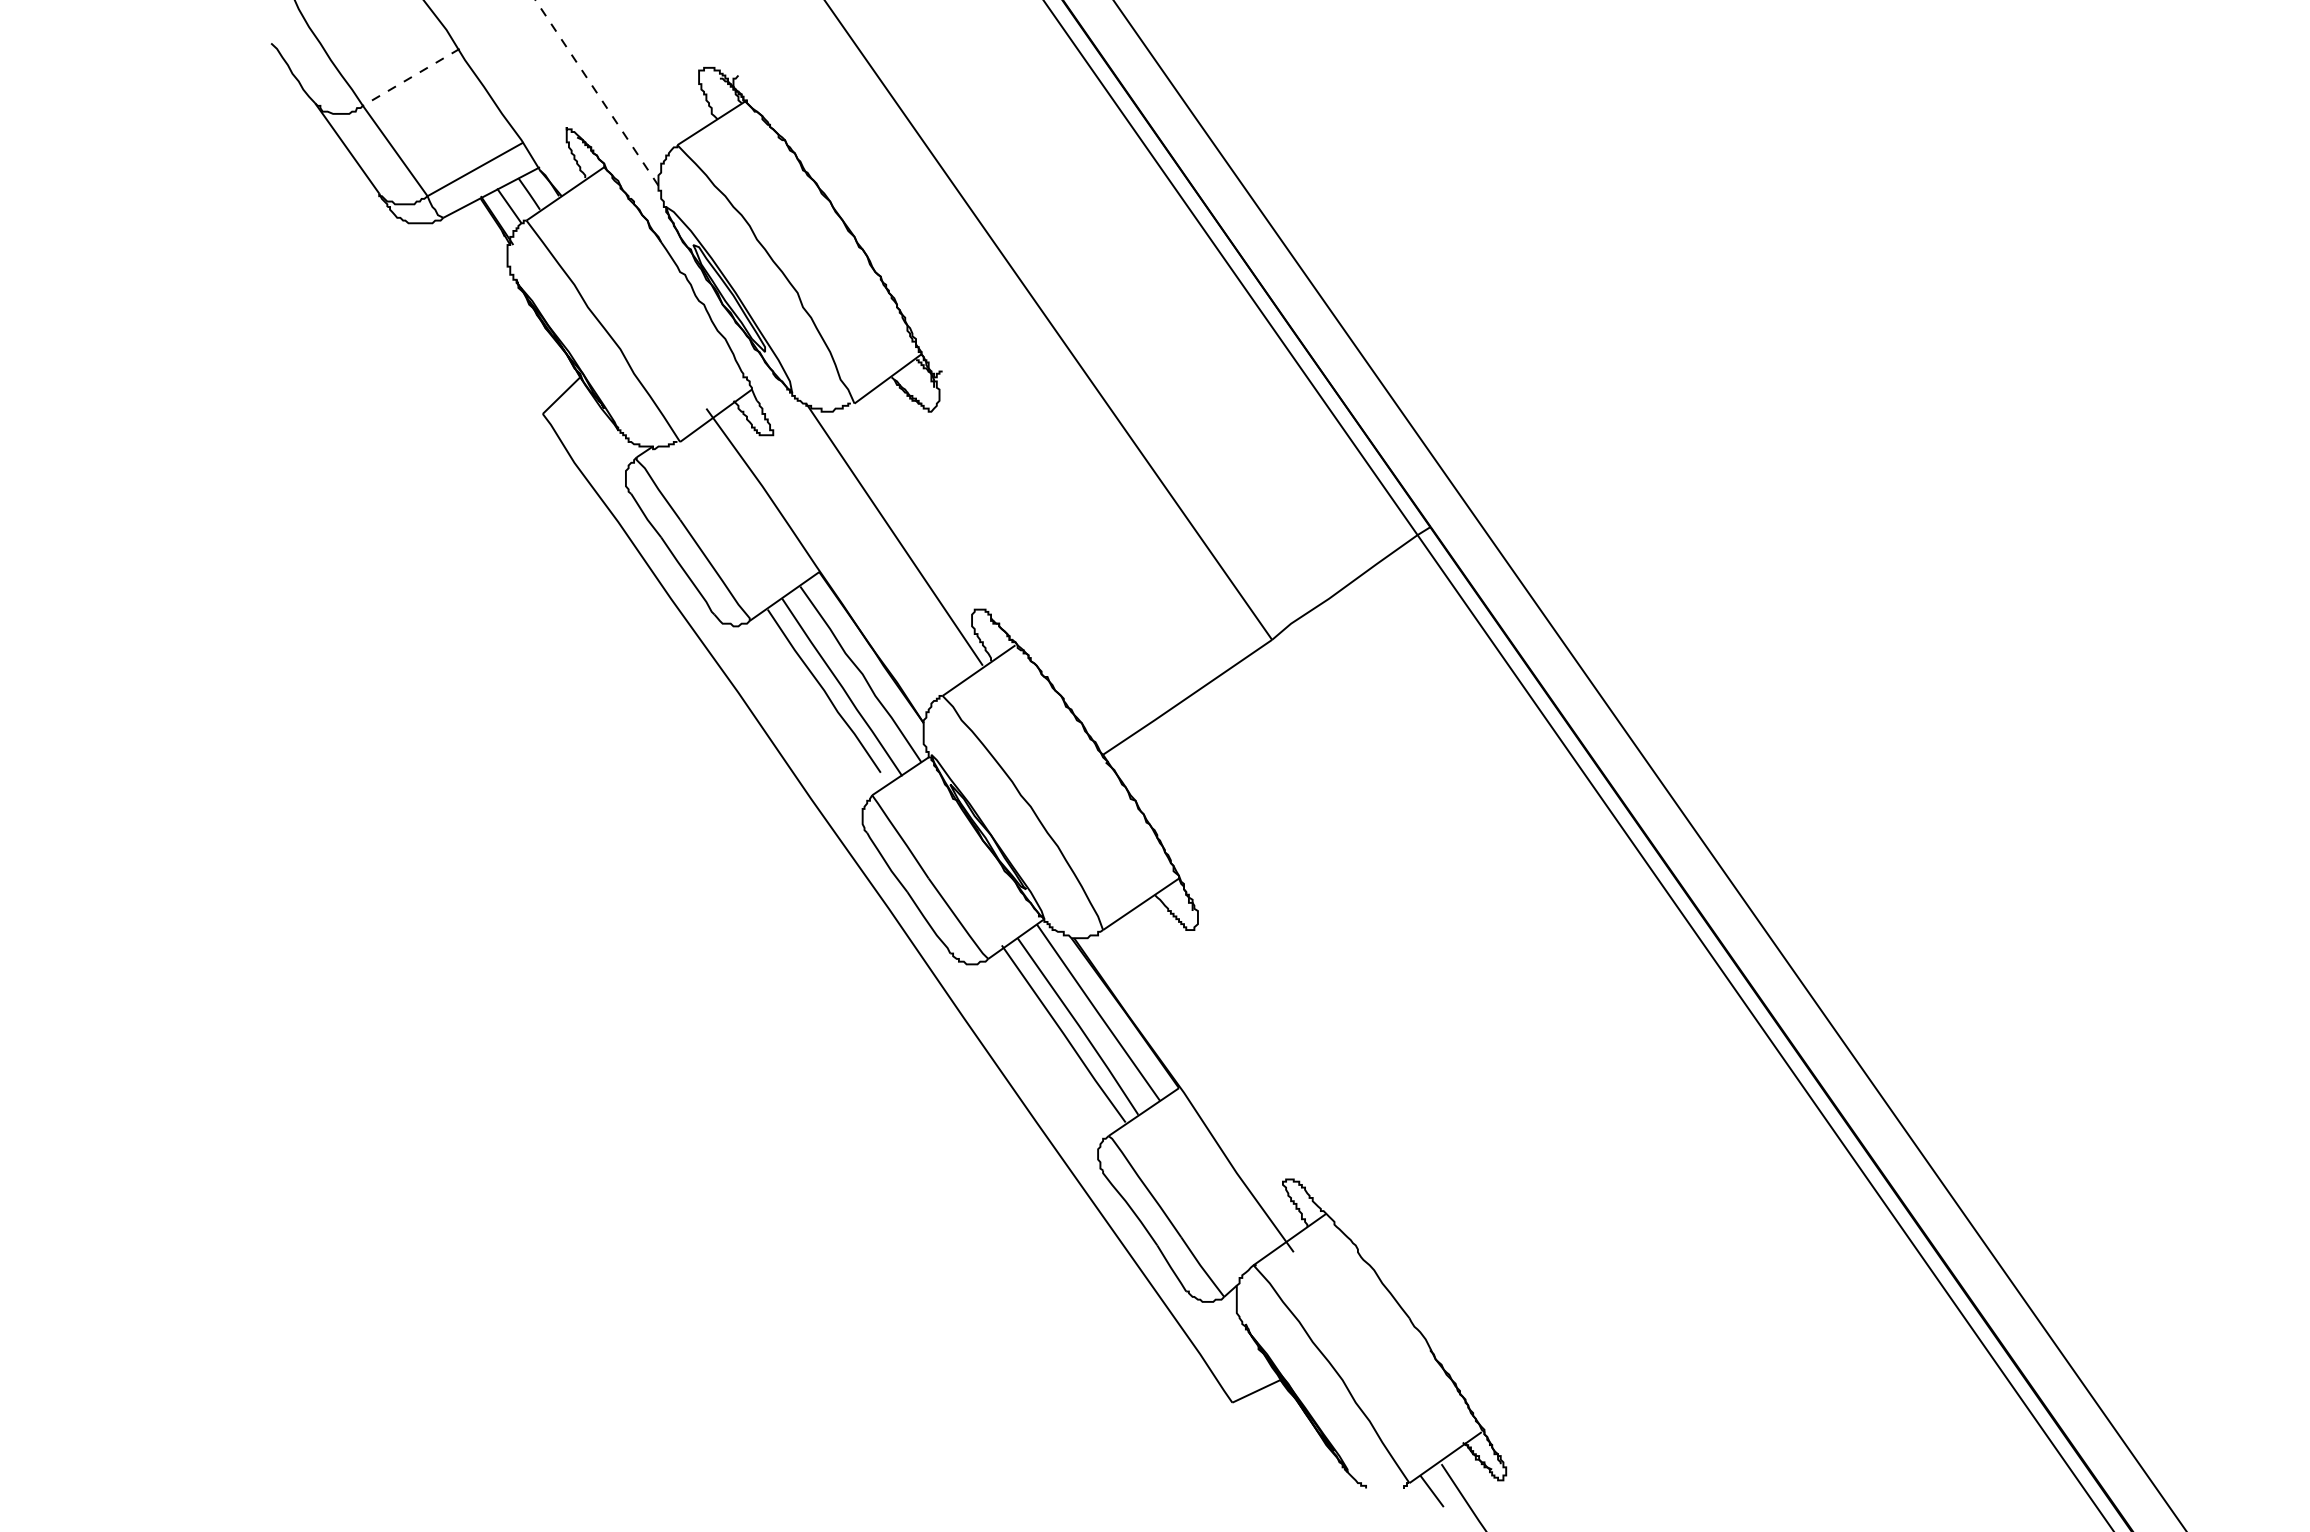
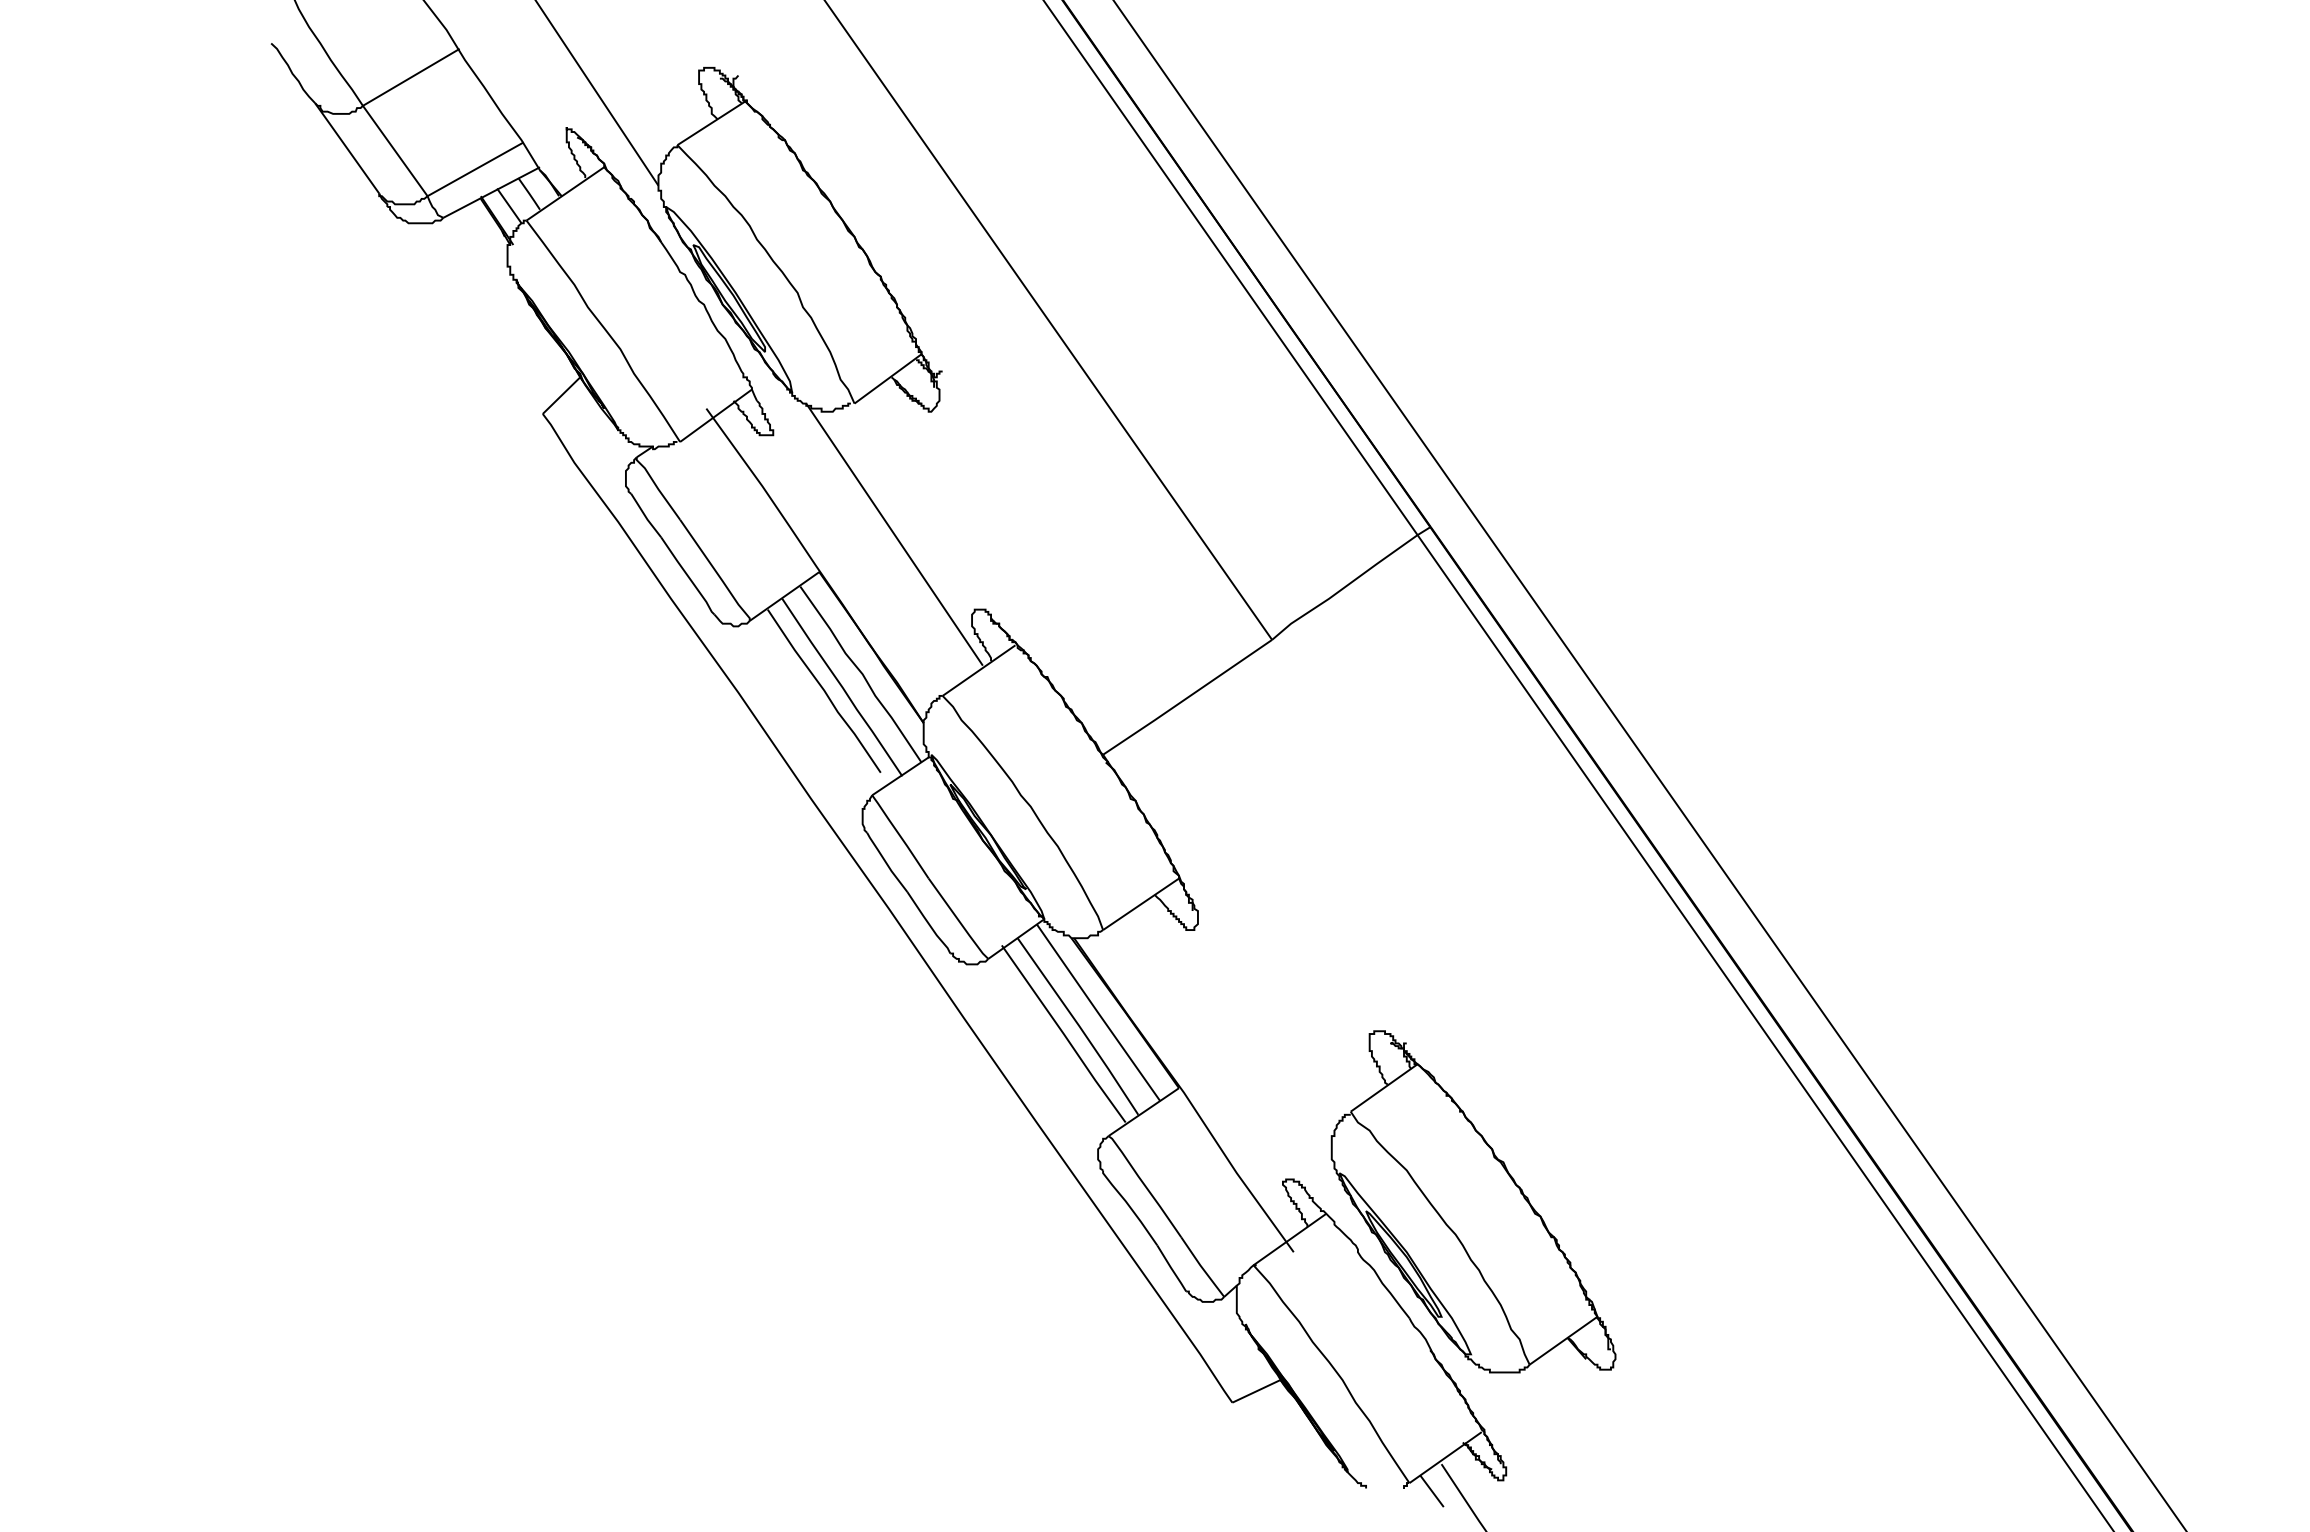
line at (410, 77): dashed -> solid
line at (597, 93): dashed -> solid
part at (1473, 1201): none -> present
